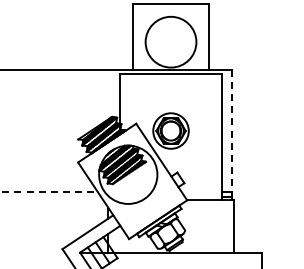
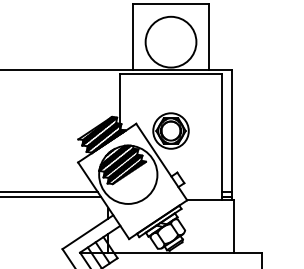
line at (231, 133): dashed -> solid
line at (48, 191): dashed -> solid
line at (51, 196): none -> present
